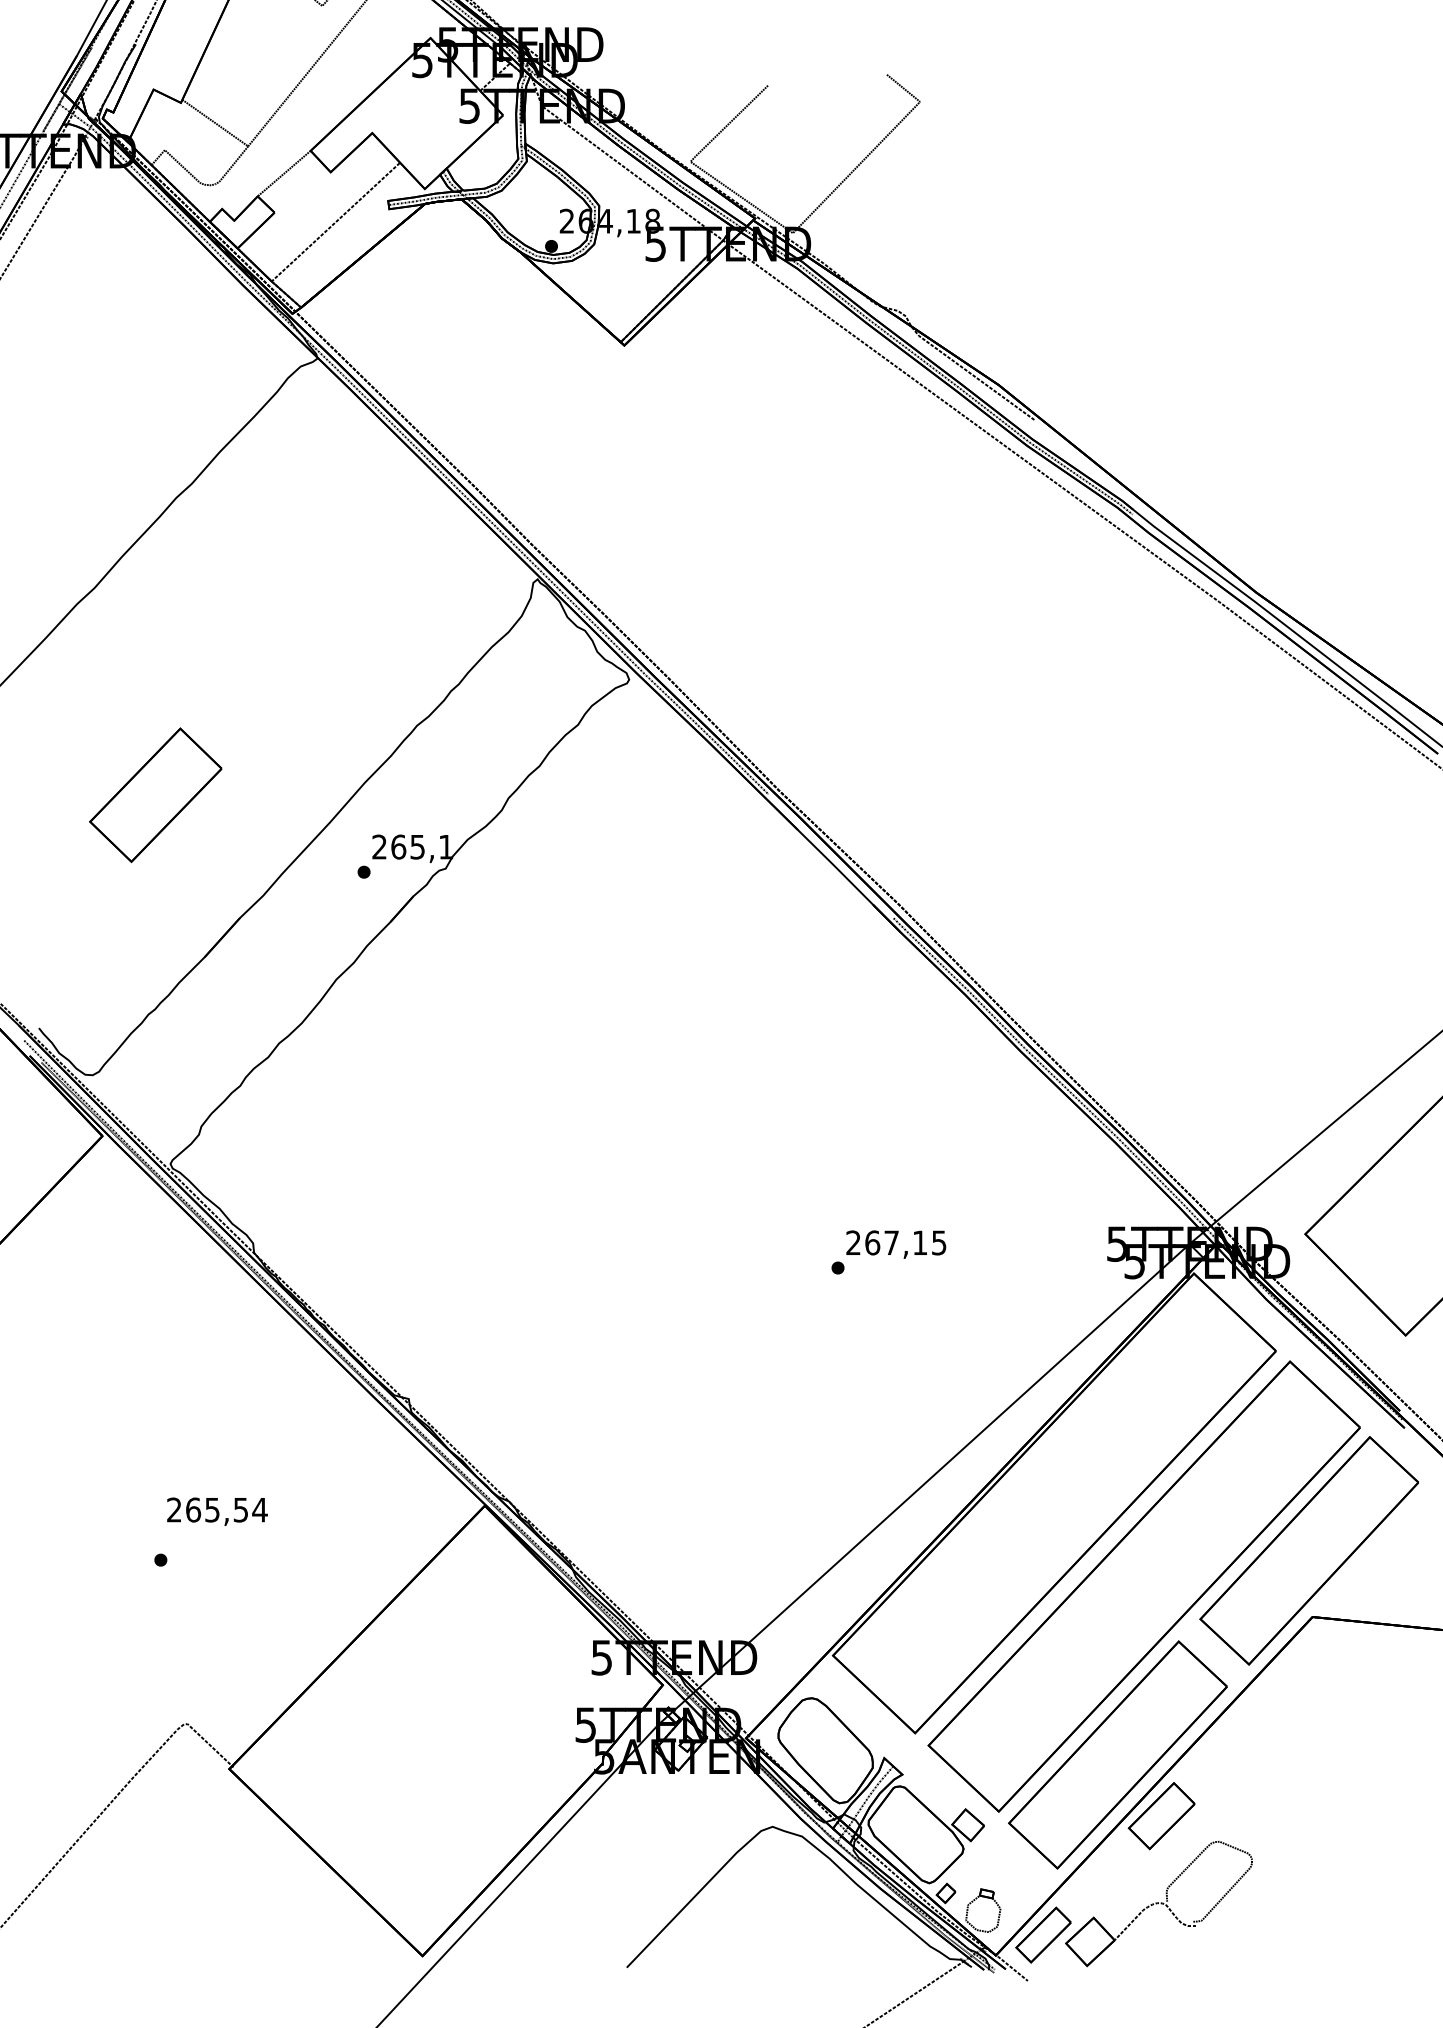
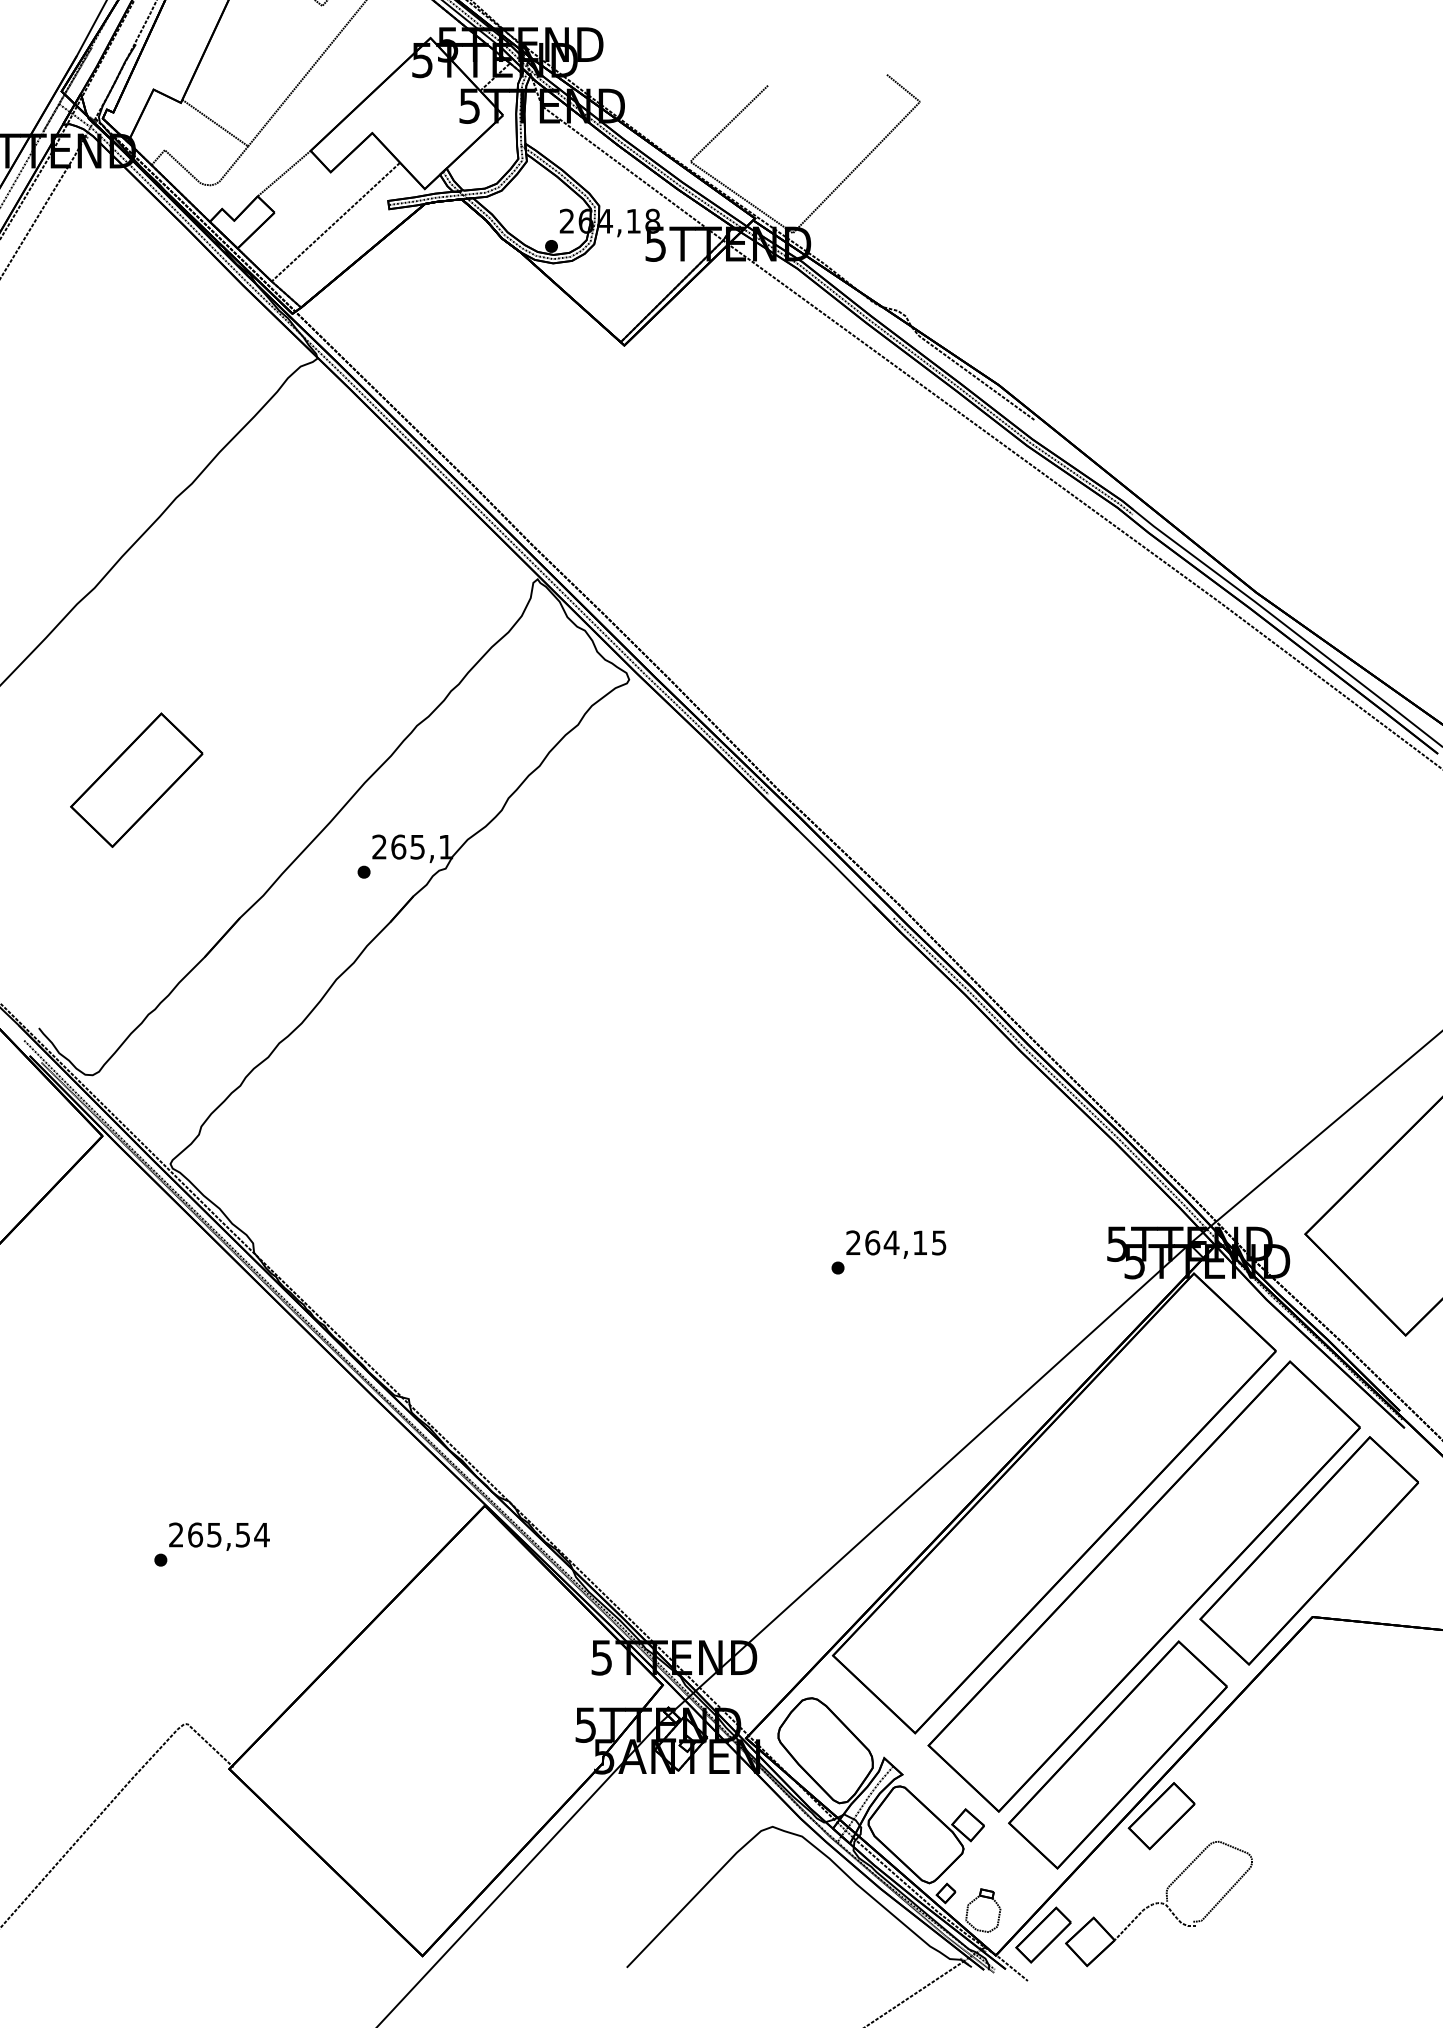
part at (155, 794) position: (155, 794) -> (136, 779)
text at (891, 1242): 267,15 -> 264,15
text at (217, 1511) position: (217, 1511) -> (219, 1536)
